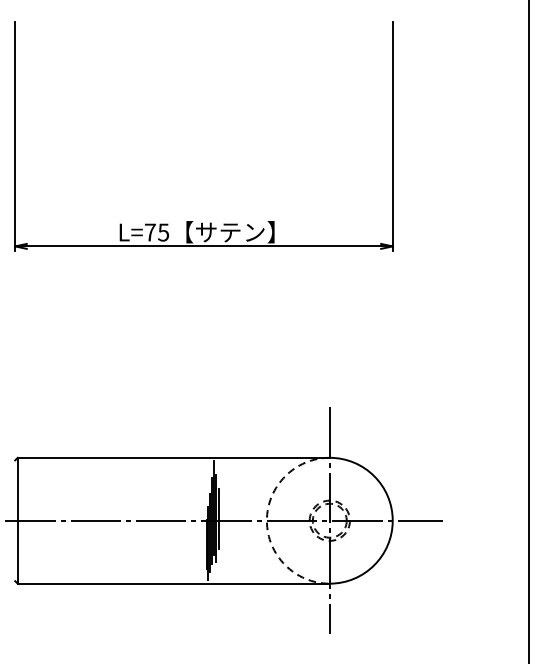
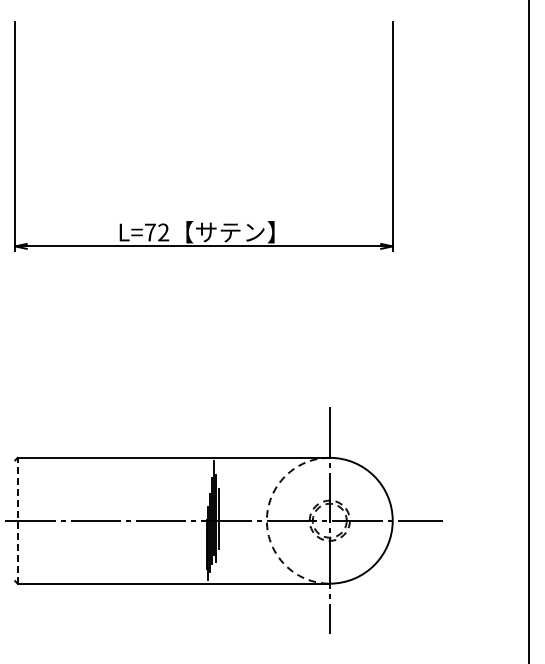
text at (163, 232): L=75 -> L=72
line at (17, 520): solid -> dashed
